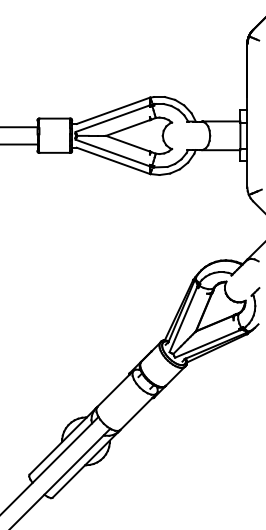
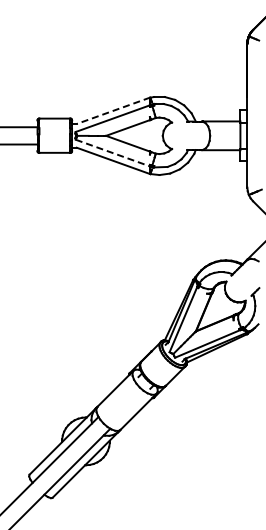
line at (113, 110): solid -> dashed
line at (113, 153): solid -> dashed
